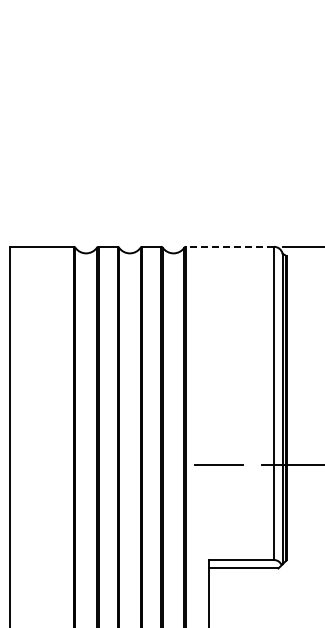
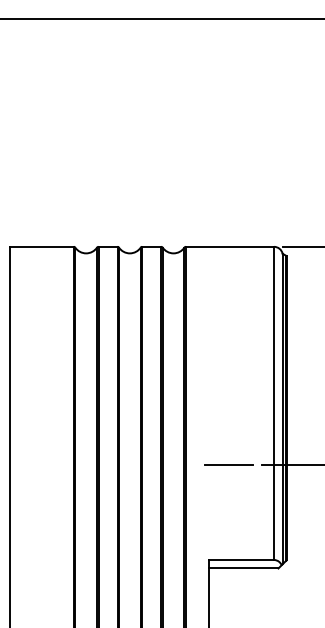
line at (161, 18): none -> present
line at (229, 246): dashed -> solid
line at (218, 464) position: (218, 464) -> (228, 464)
